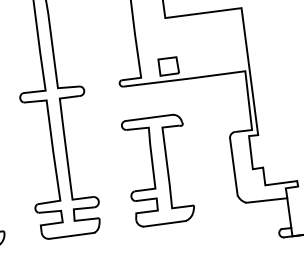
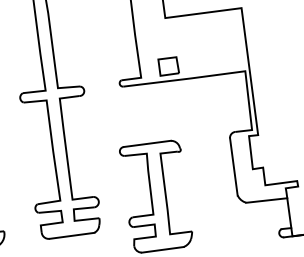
part at (157, 170) position: (157, 170) -> (155, 196)
